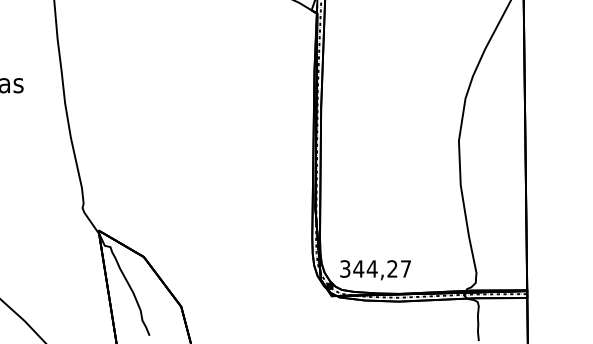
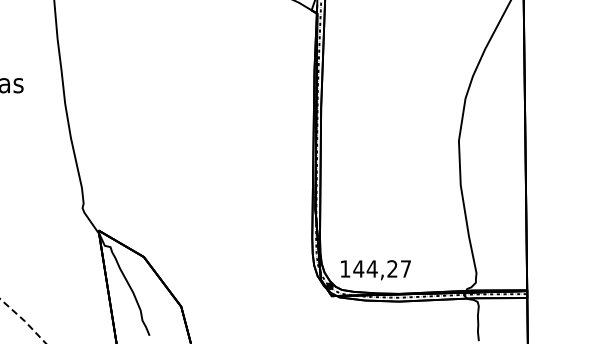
text at (345, 268): 344,27 -> 144,27
line at (24, 321): solid -> dashed
